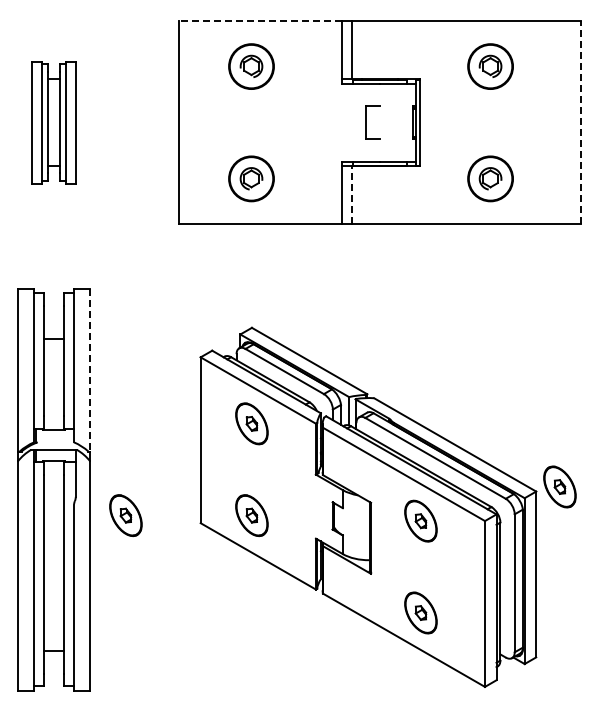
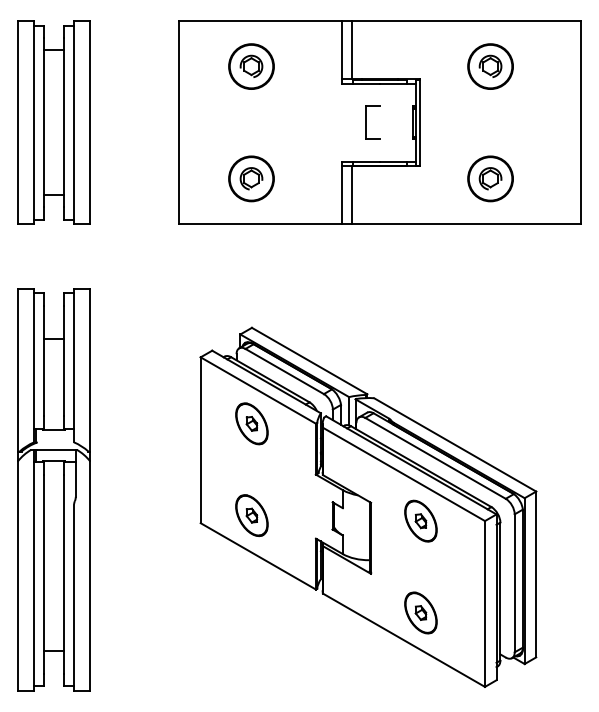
line at (260, 21): dashed -> solid
part at (53, 122) size: 46x124 px -> 74x205 px
line at (581, 122): dashed -> solid
line at (351, 195): dashed -> solid
line at (90, 370): dashed -> solid
part at (559, 486): present -> none
part at (125, 515): present -> none
